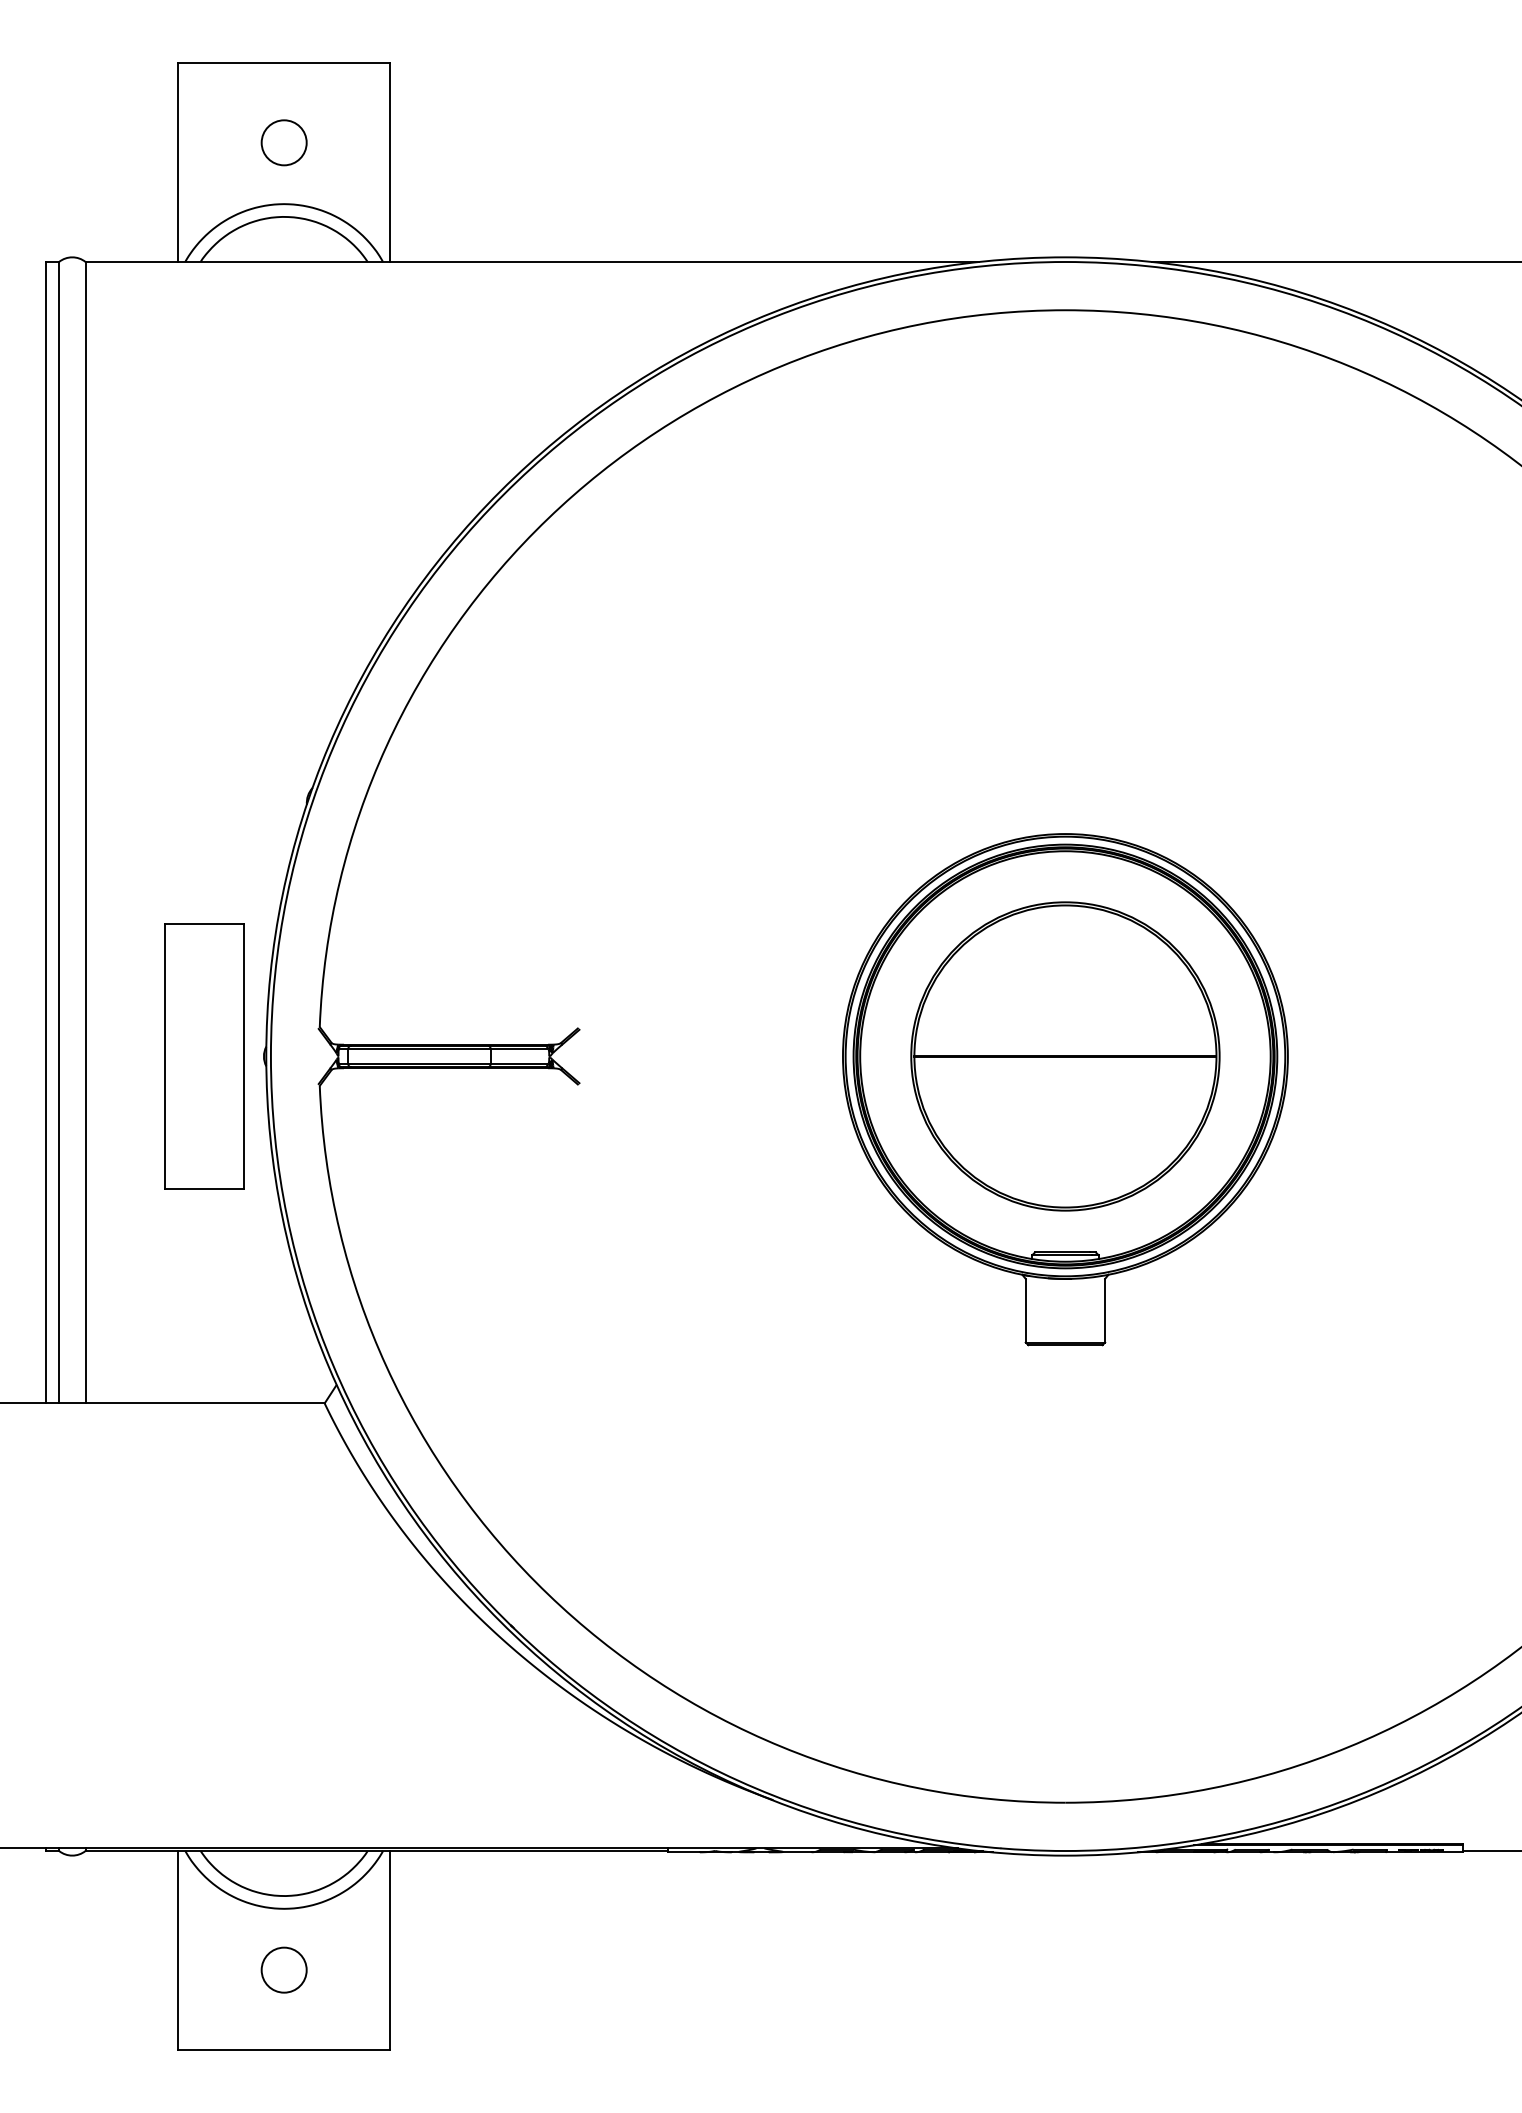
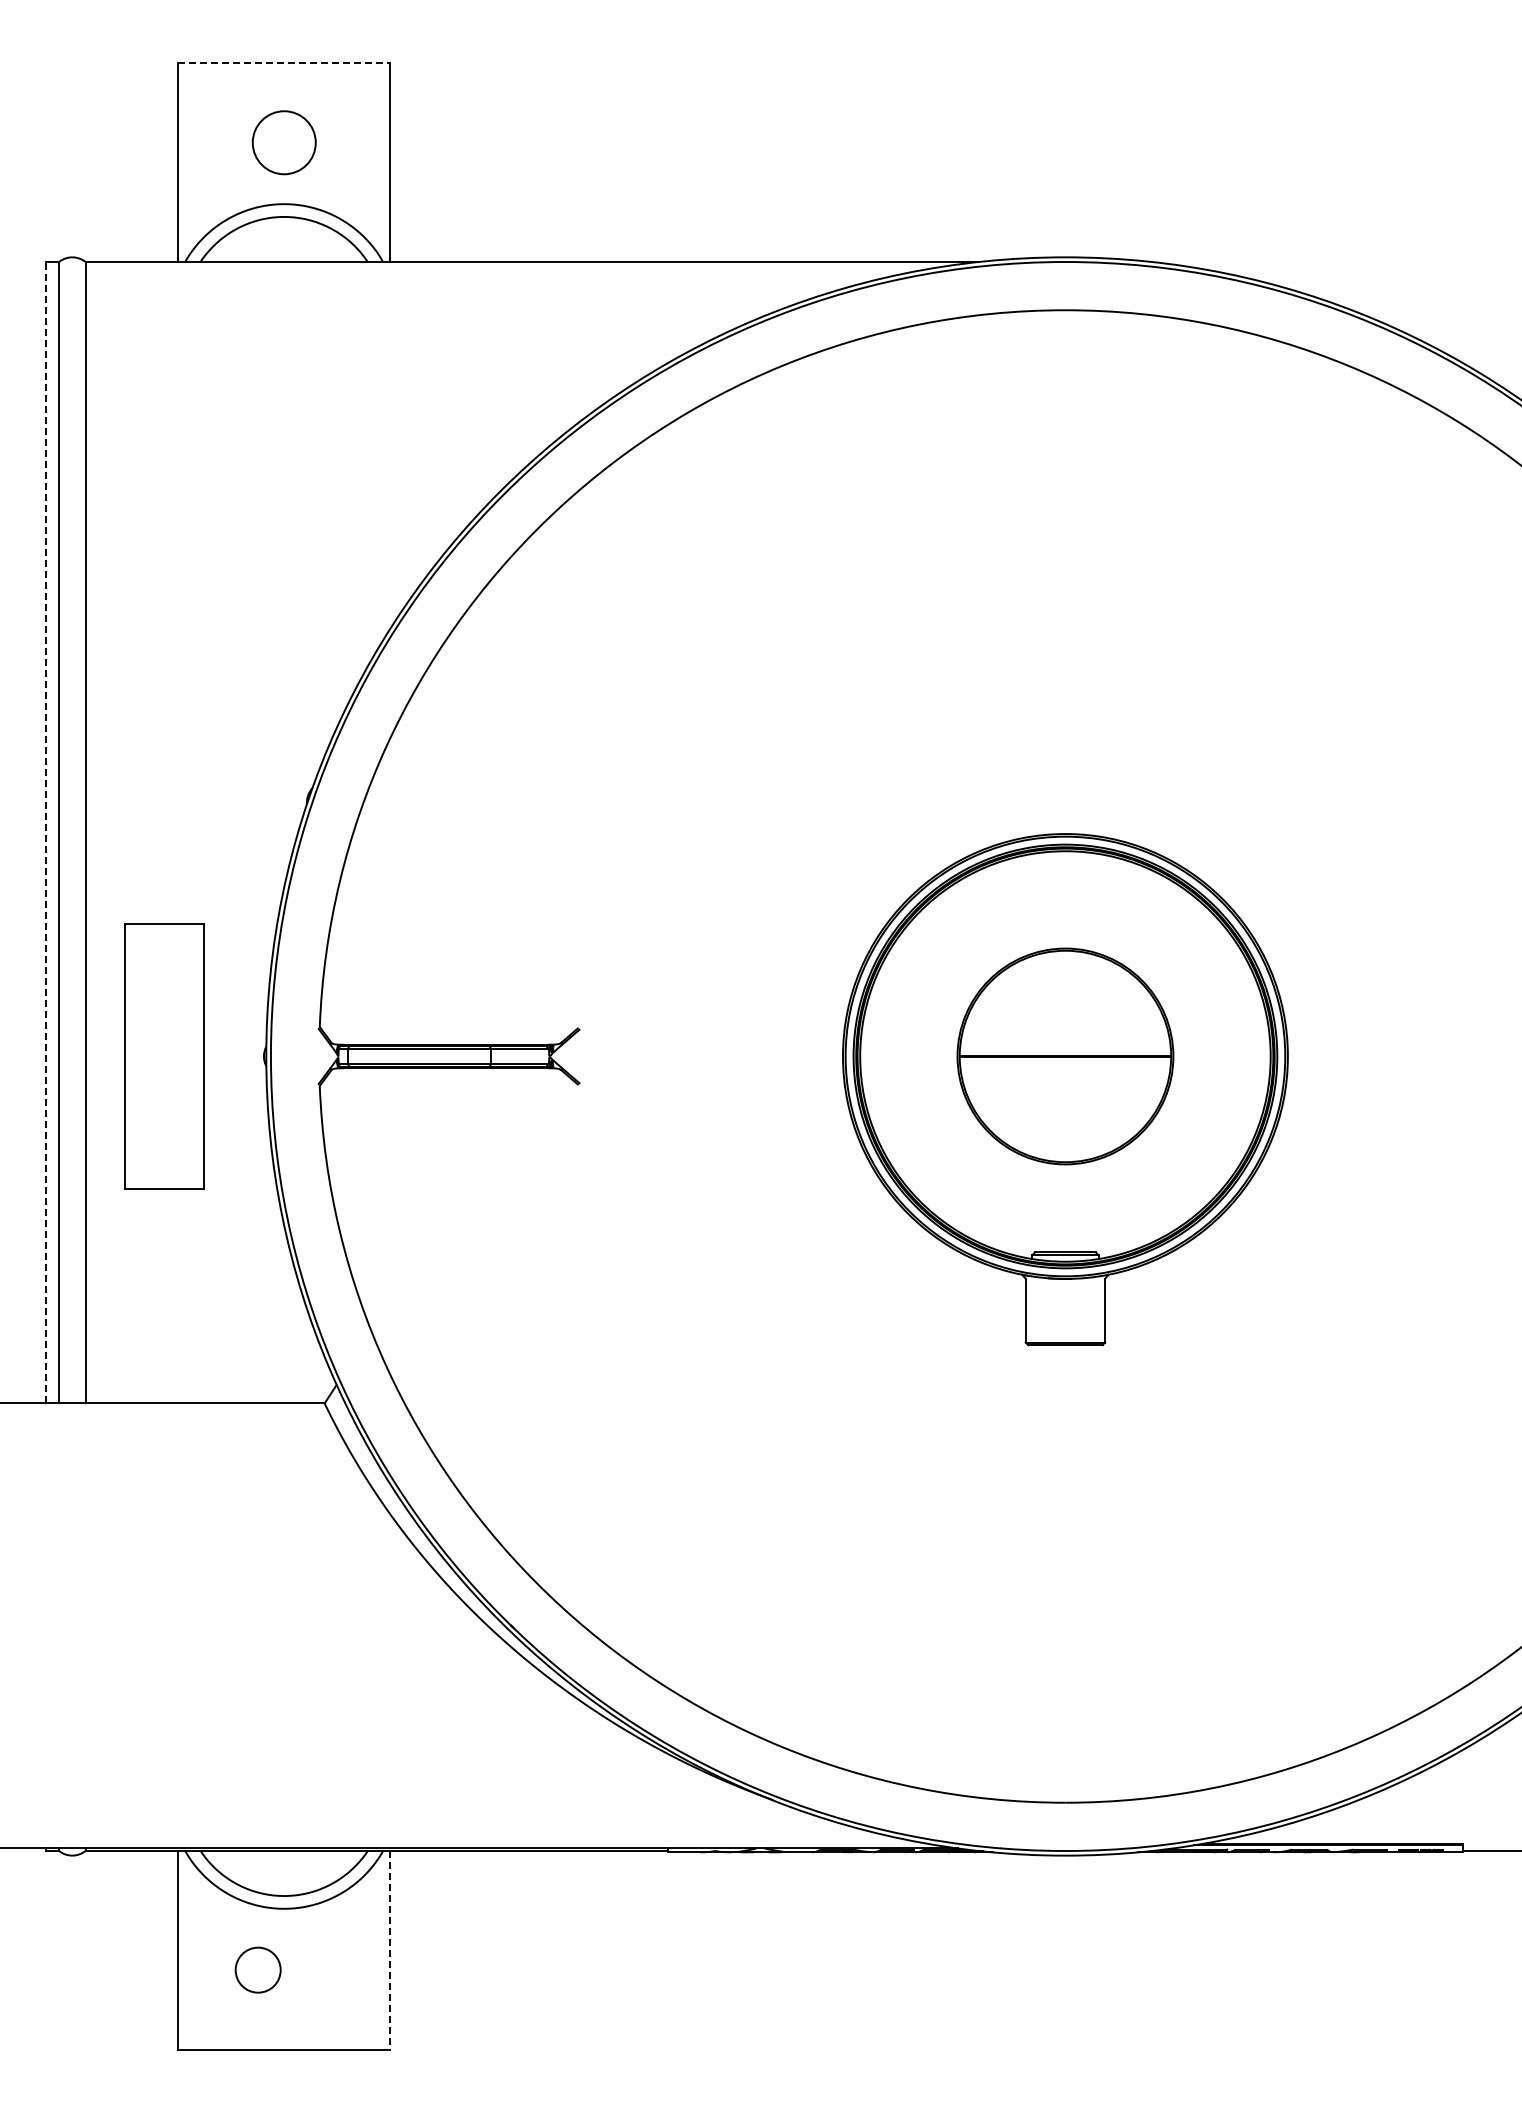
line at (284, 63): solid -> dashed
circle at (283, 142) size: 48x48 px -> 66x66 px
line at (1334, 262): present -> none
line at (45, 832): solid -> dashed
part at (204, 1056) position: (204, 1056) -> (164, 1056)
part at (1065, 1056) size: 311x311 px -> 219x219 px
line at (390, 1950): solid -> dashed
circle at (283, 1969) position: (283, 1969) -> (257, 1969)
